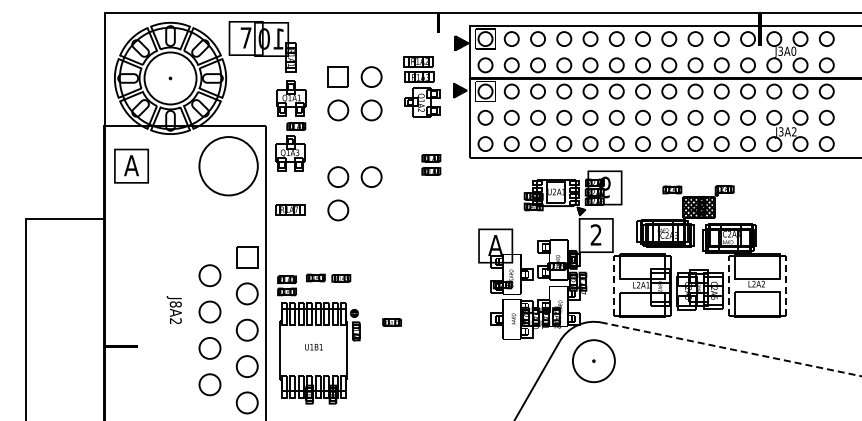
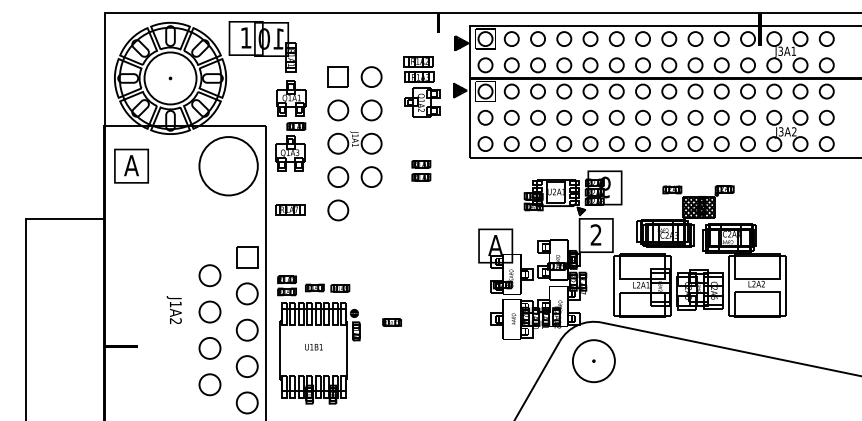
text at (245, 37): 7 -> 1
text at (793, 50): J3A0 -> J3A1
part at (354, 142): none -> present
part at (431, 164) position: (431, 164) -> (421, 170)
part at (328, 277) position: (328, 277) -> (327, 287)
line at (614, 285): dashed -> solid
line at (729, 285): dashed -> solid
line at (785, 285): dashed -> solid
text at (175, 304): J8A2 -> J1A2
line at (731, 349): dashed -> solid
